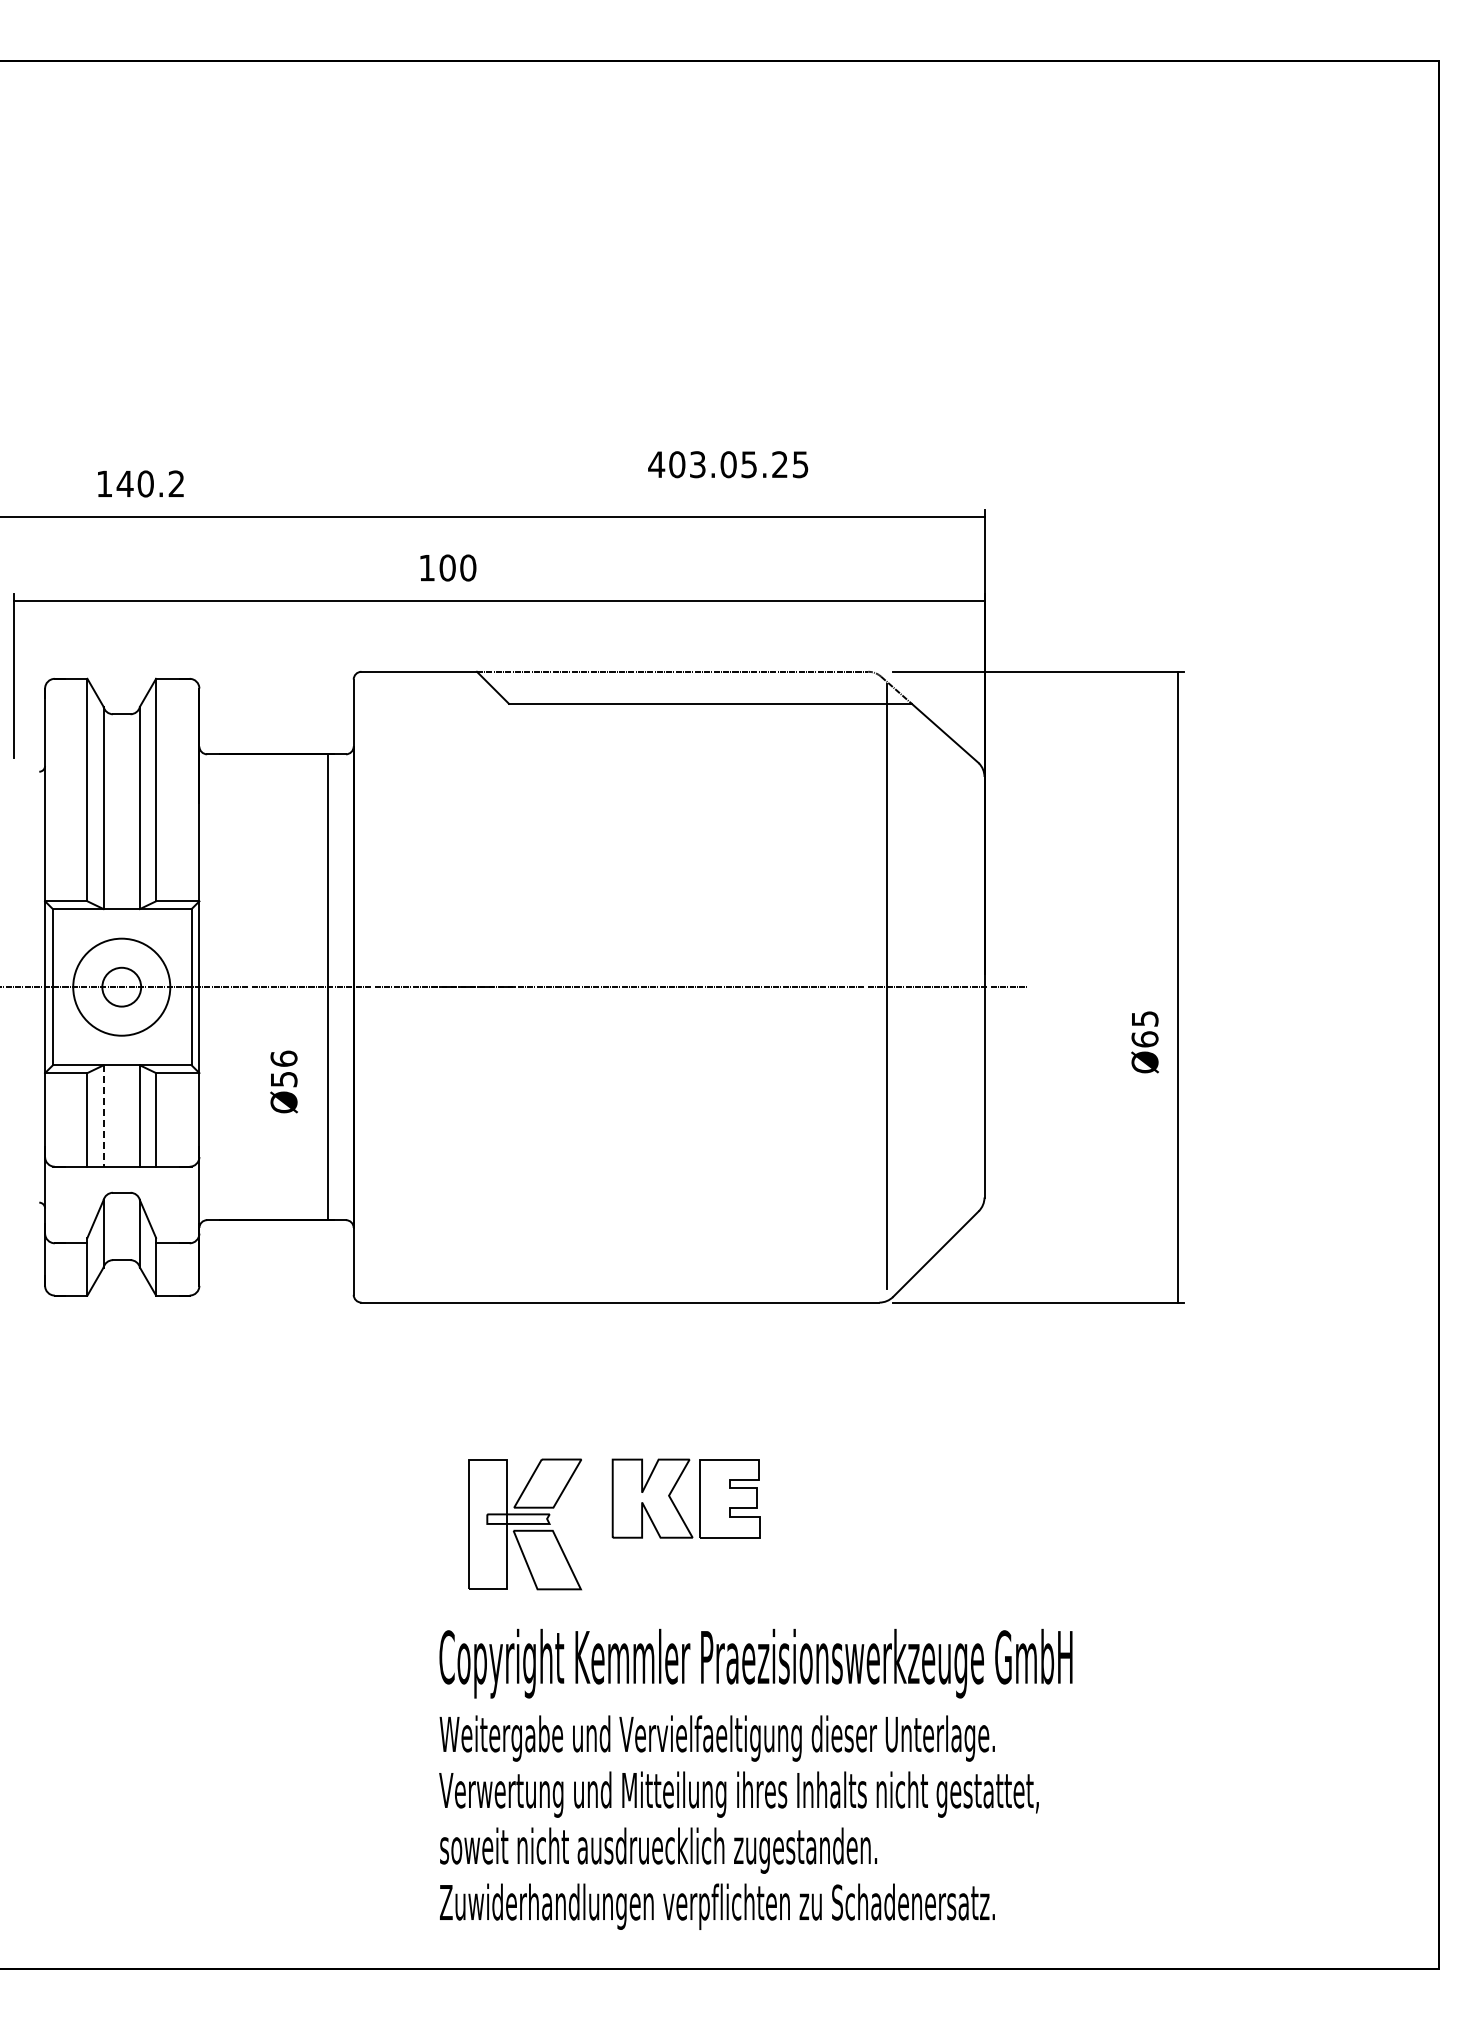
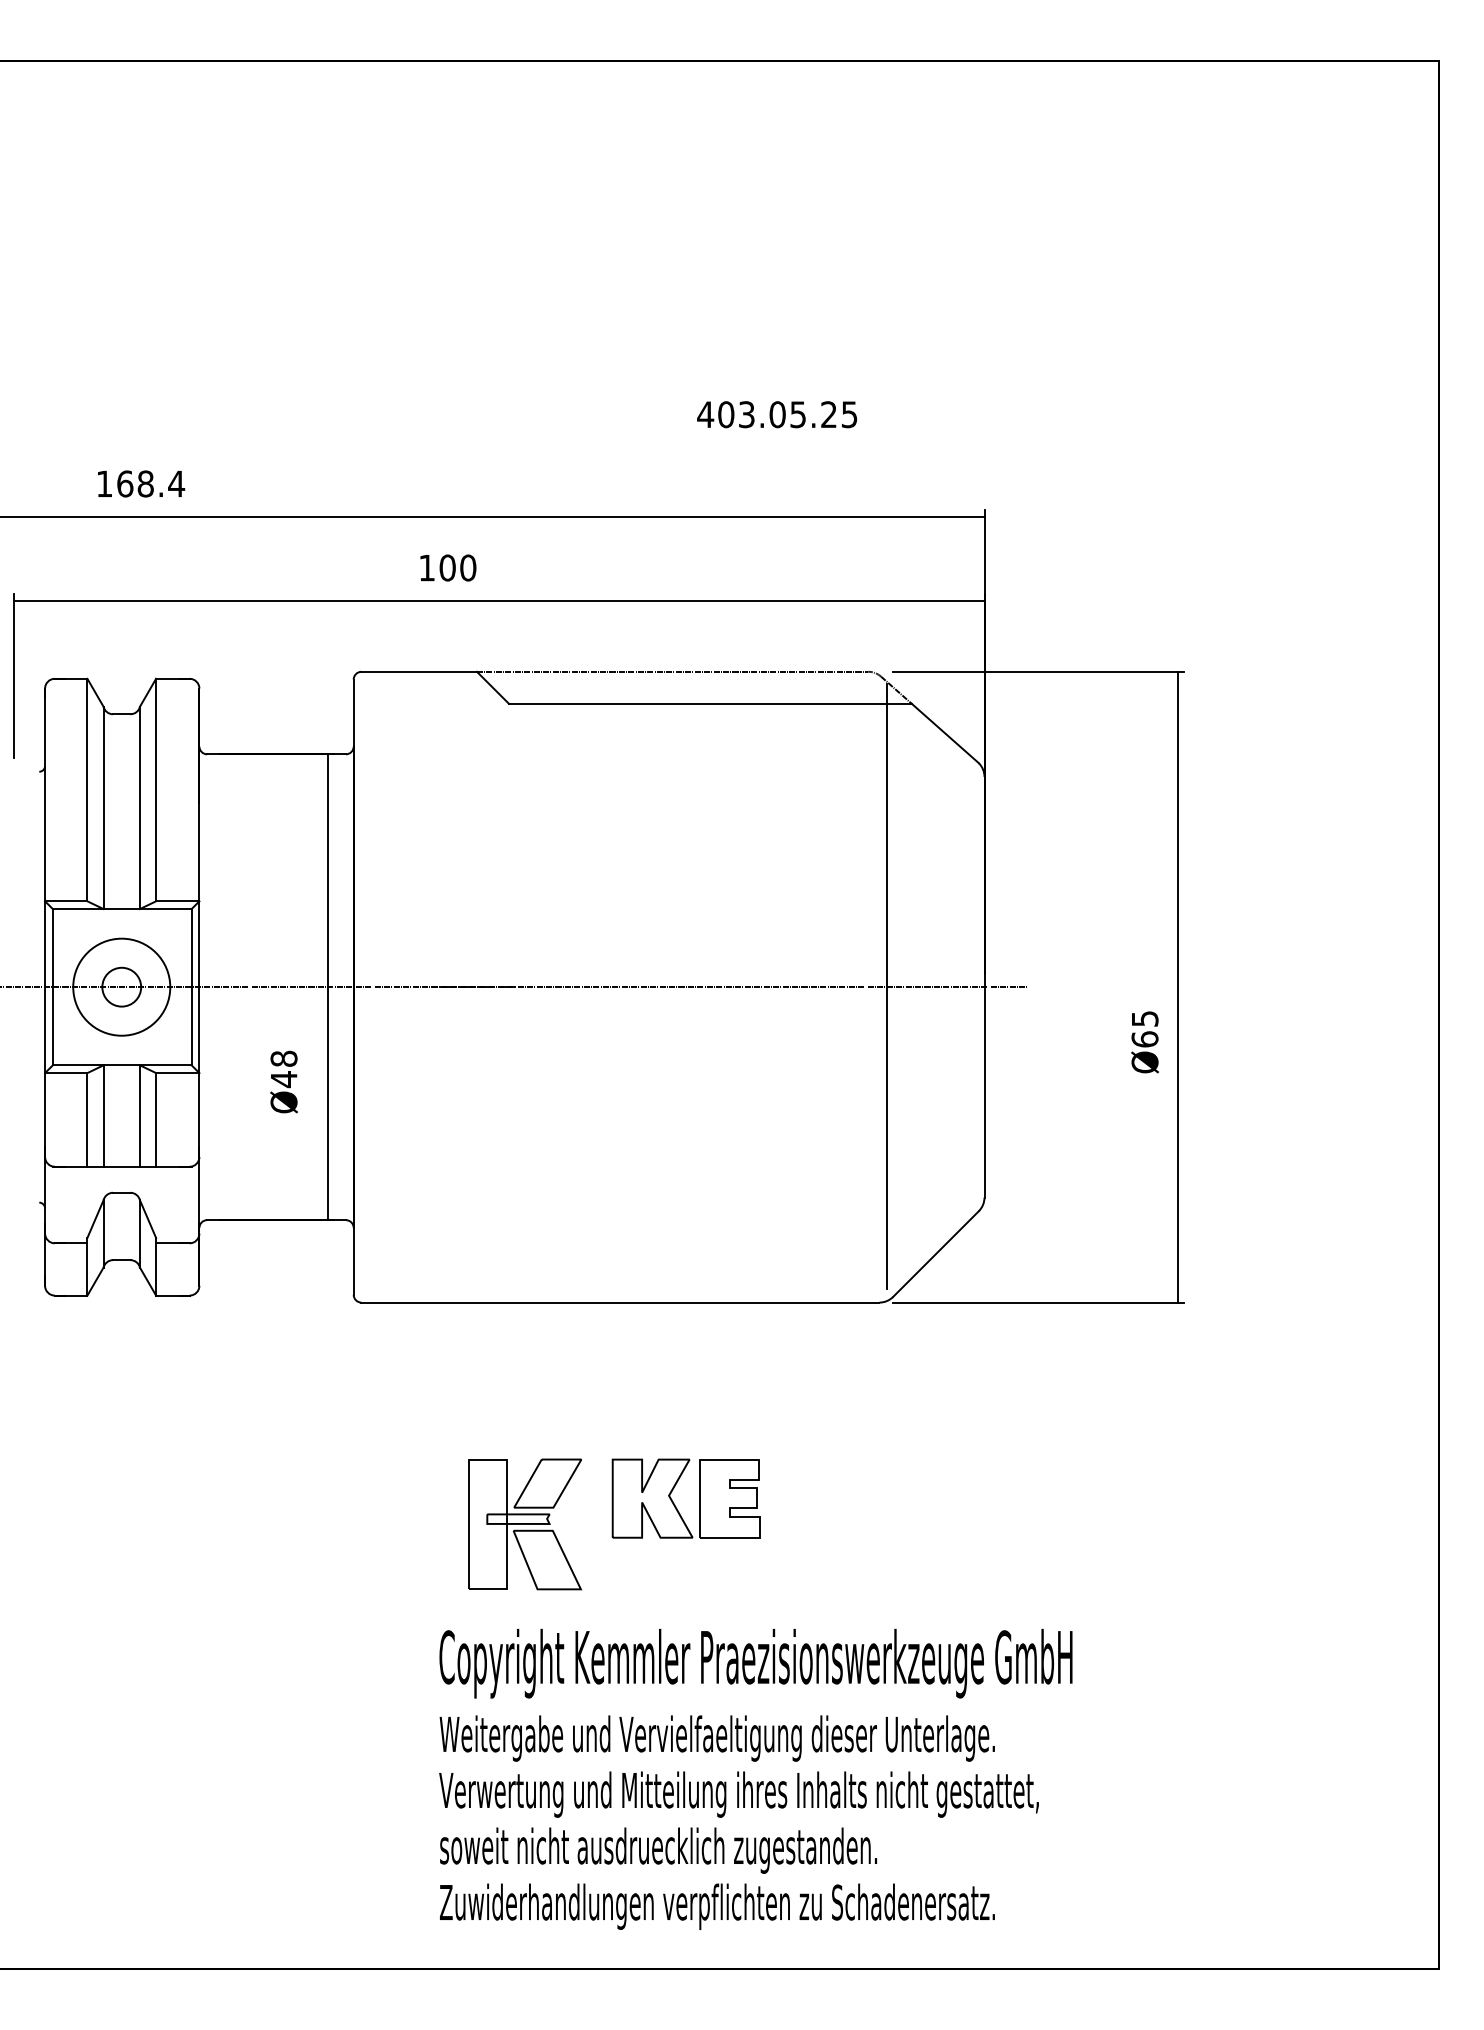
text at (728, 464) position: (728, 464) -> (777, 414)
text at (150, 483): 140.2 -> 168.4
text at (283, 1069): Ø56 -> Ø48
line at (103, 1116): dashed -> solid
